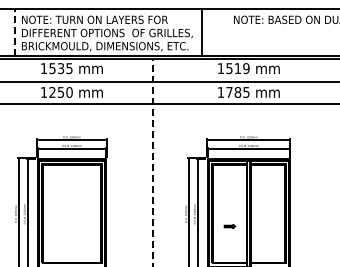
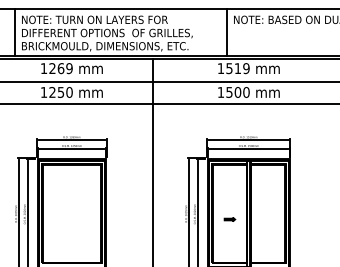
line at (14, 32): dashed -> solid
line at (201, 32) position: (201, 32) -> (226, 32)
text at (60, 68): 1535 -> 1269
text at (237, 91): 1785 -> 1500
line at (153, 162): dashed -> solid
part at (229, 226) position: (229, 226) -> (229, 219)
